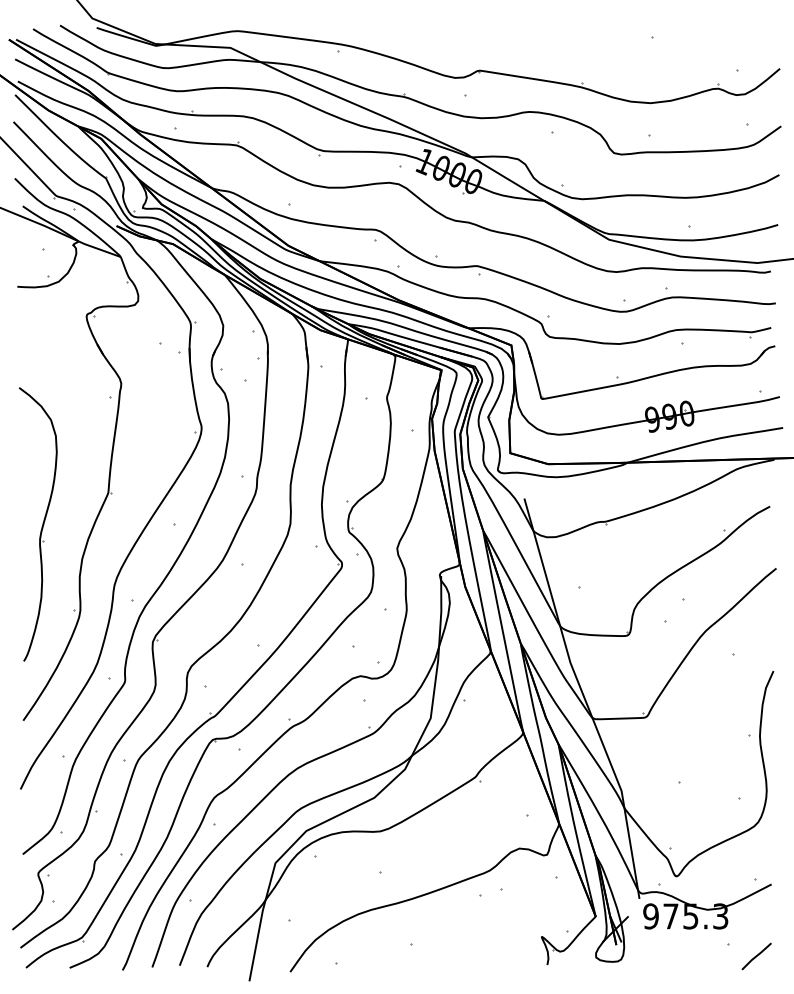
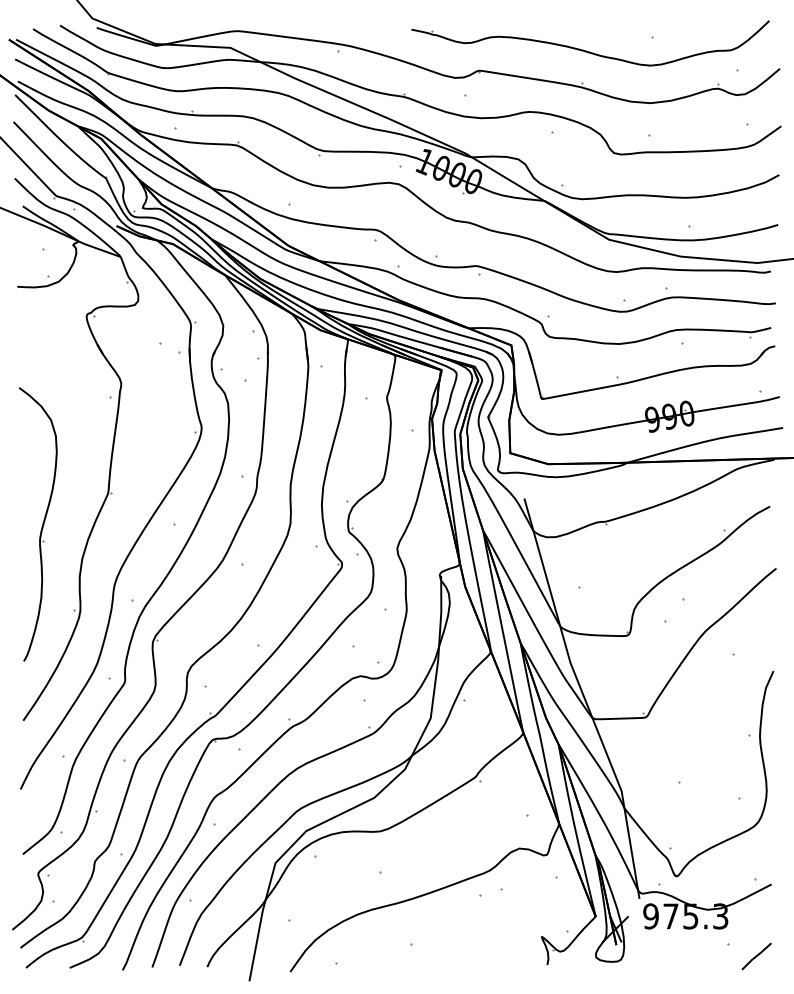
part at (590, 51): none -> present
